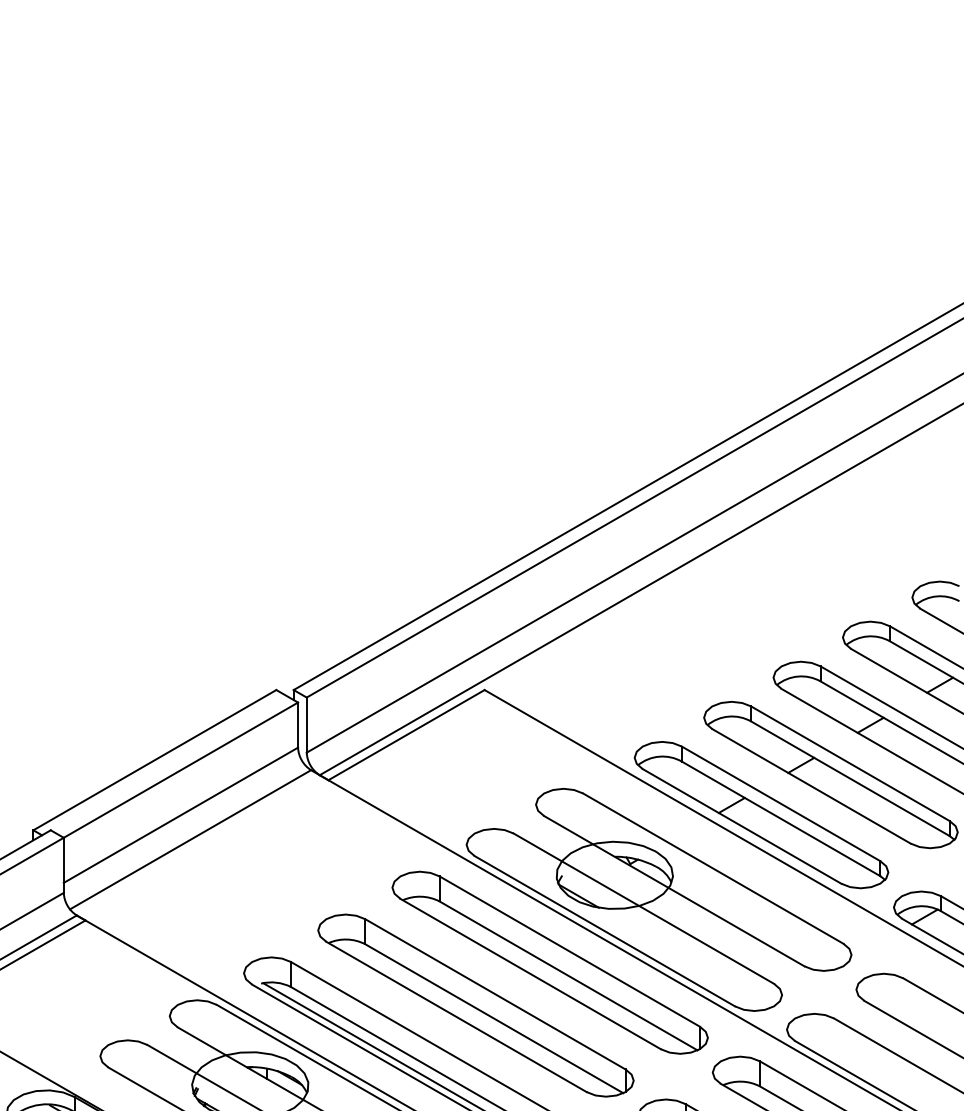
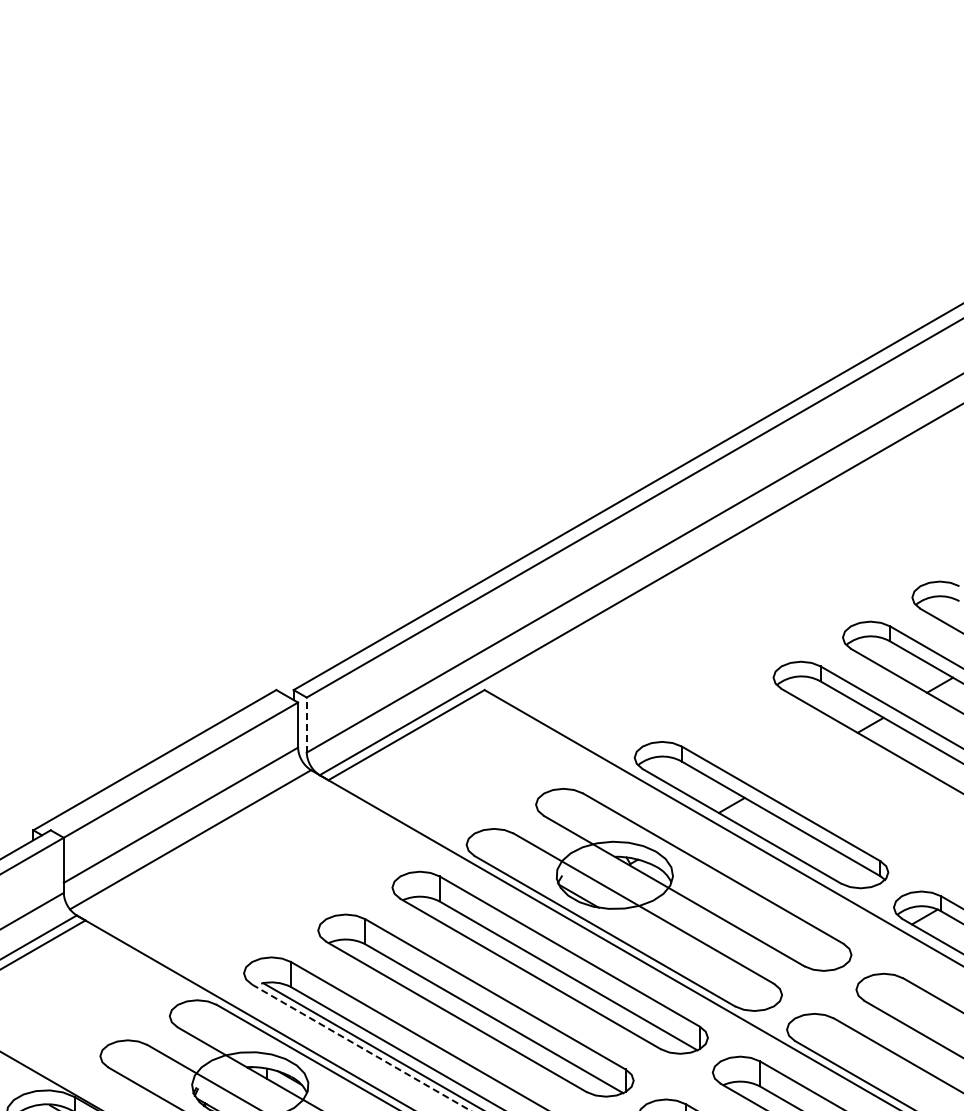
line at (306, 725): solid -> dashed
part at (830, 774): present -> none
line at (361, 1048): solid -> dashed
